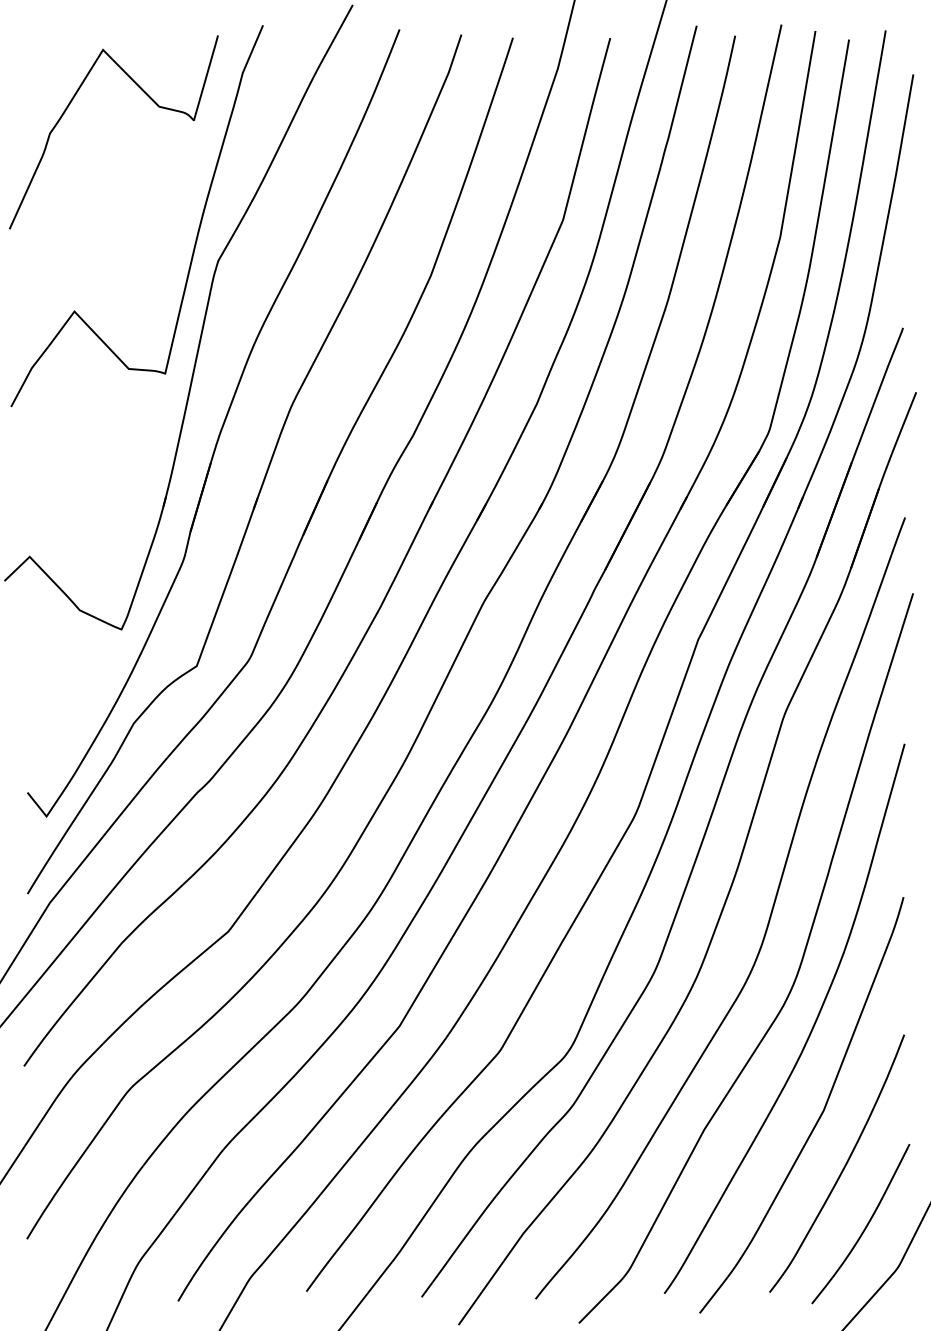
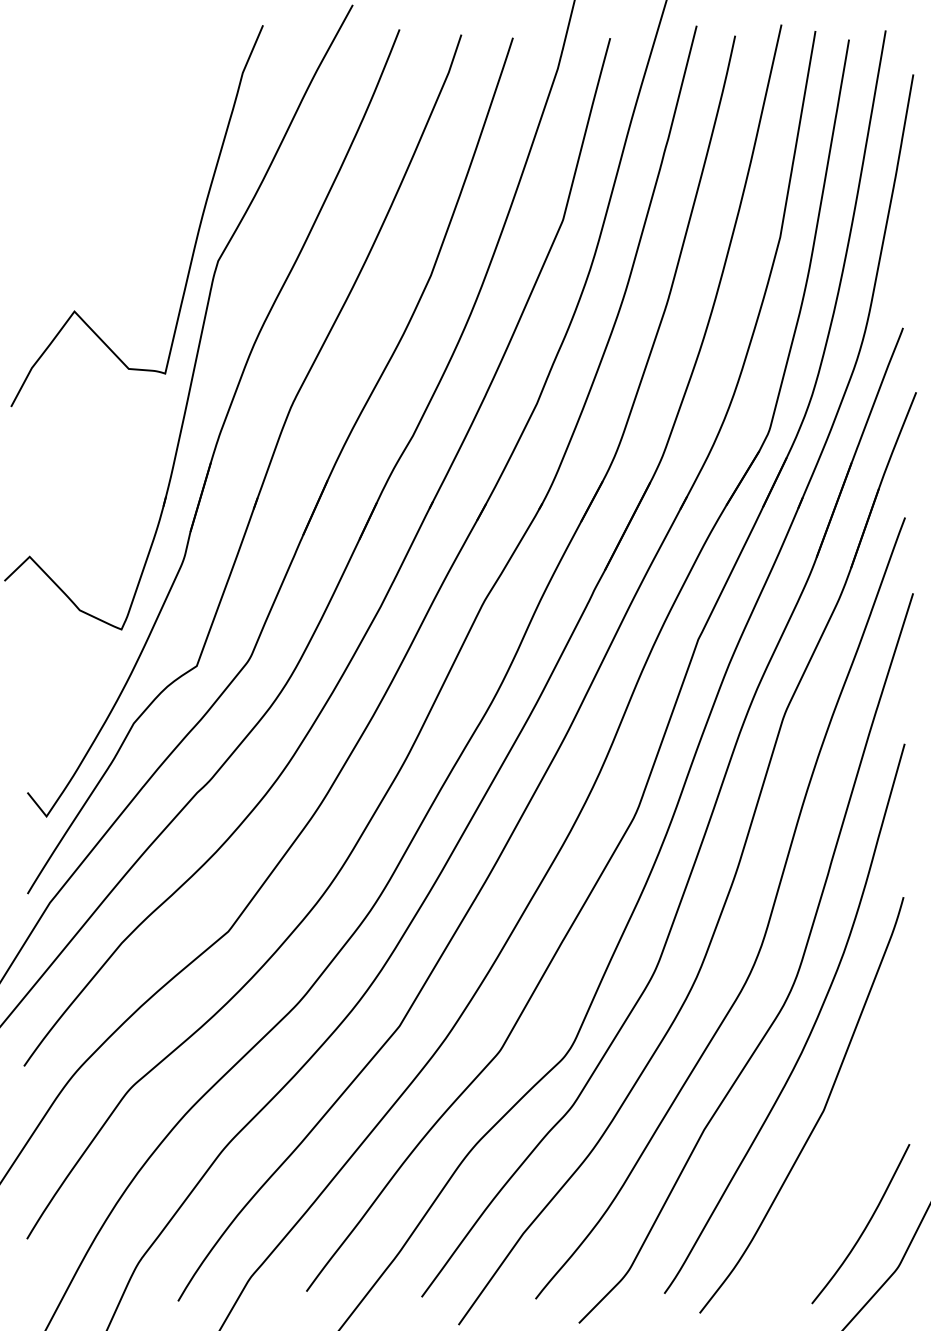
curve at (148, 97): present -> none
curve at (842, 1168): present -> none
